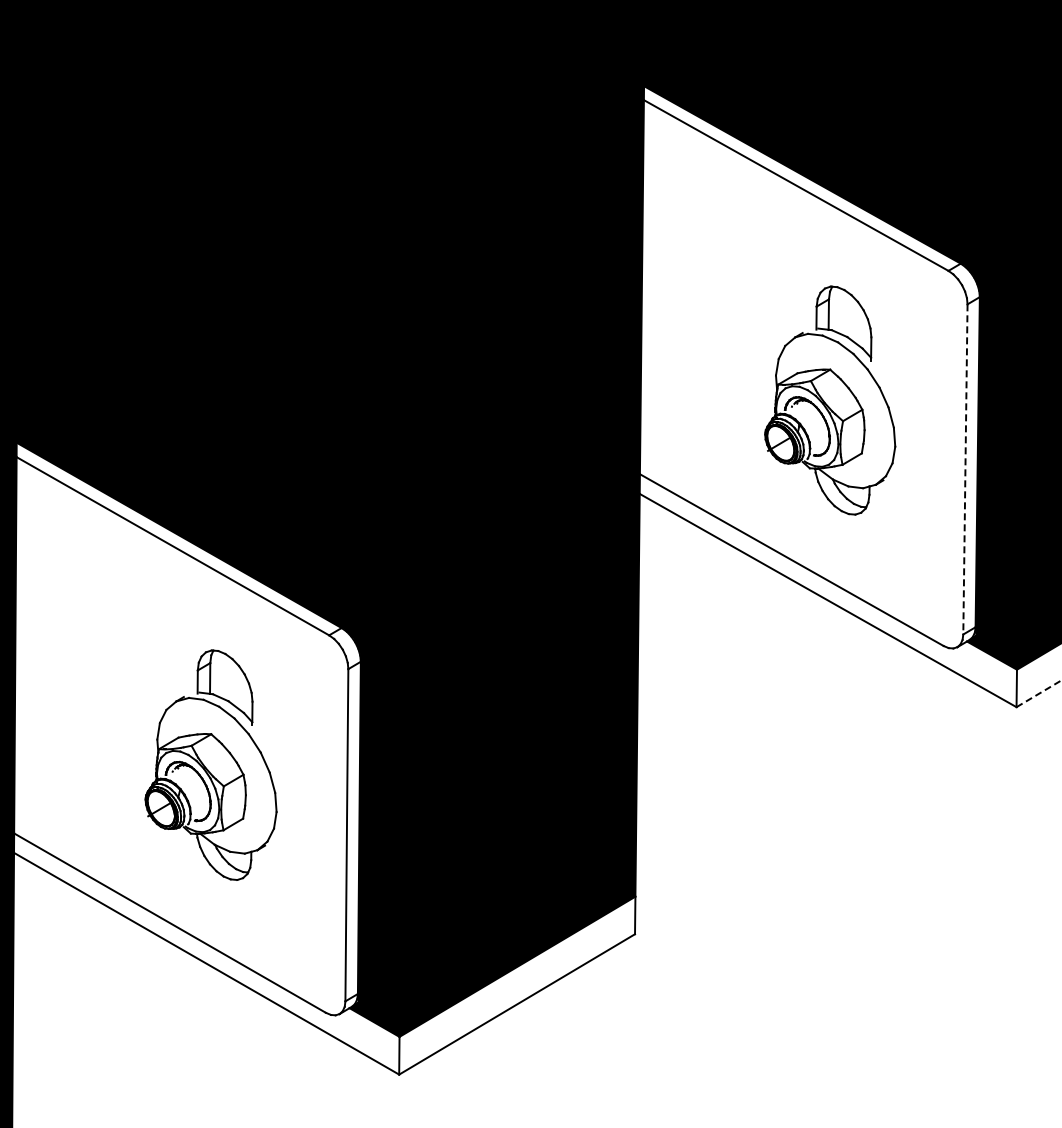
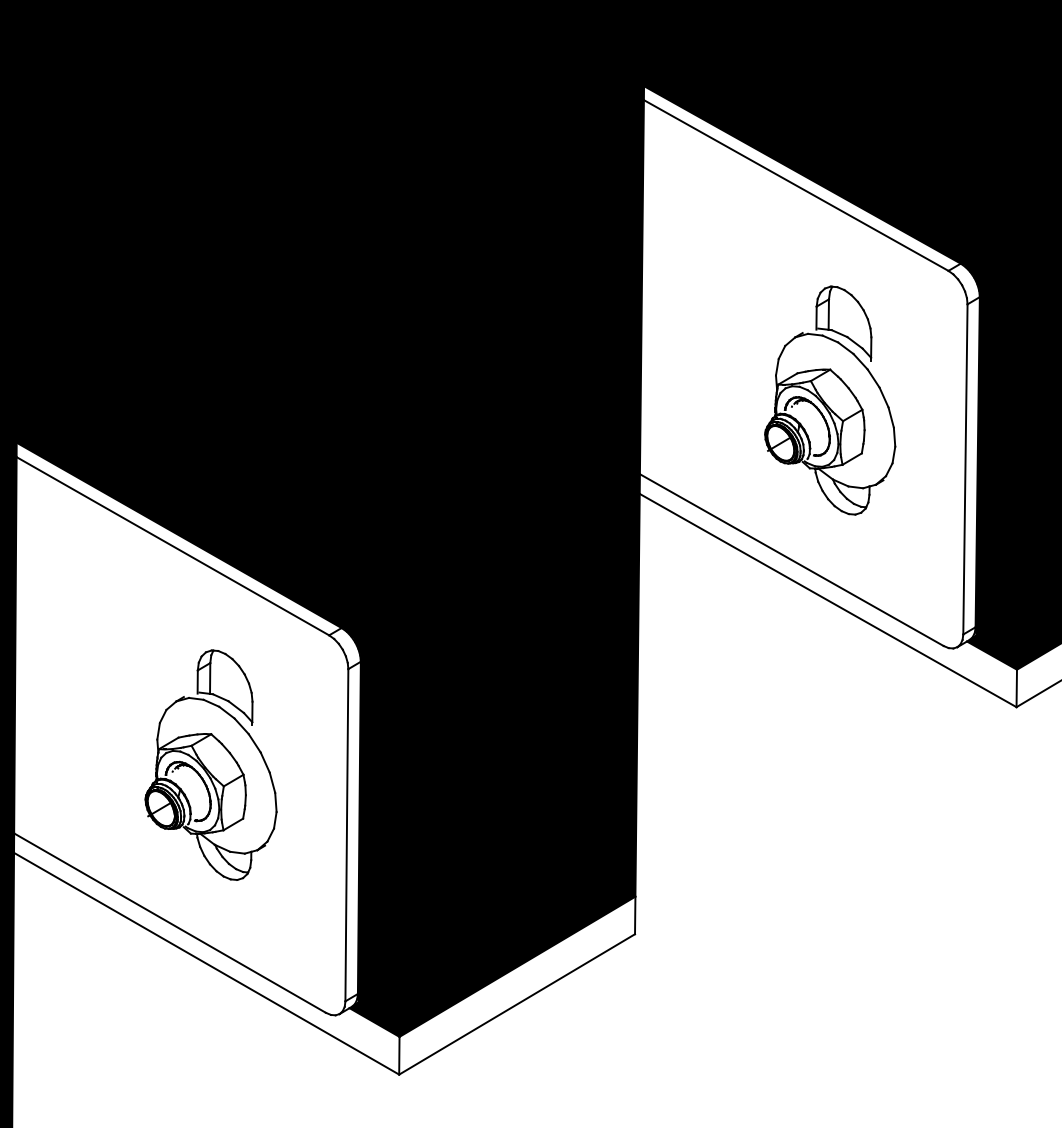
line at (965, 469): dashed -> solid
line at (1038, 693): dashed -> solid
